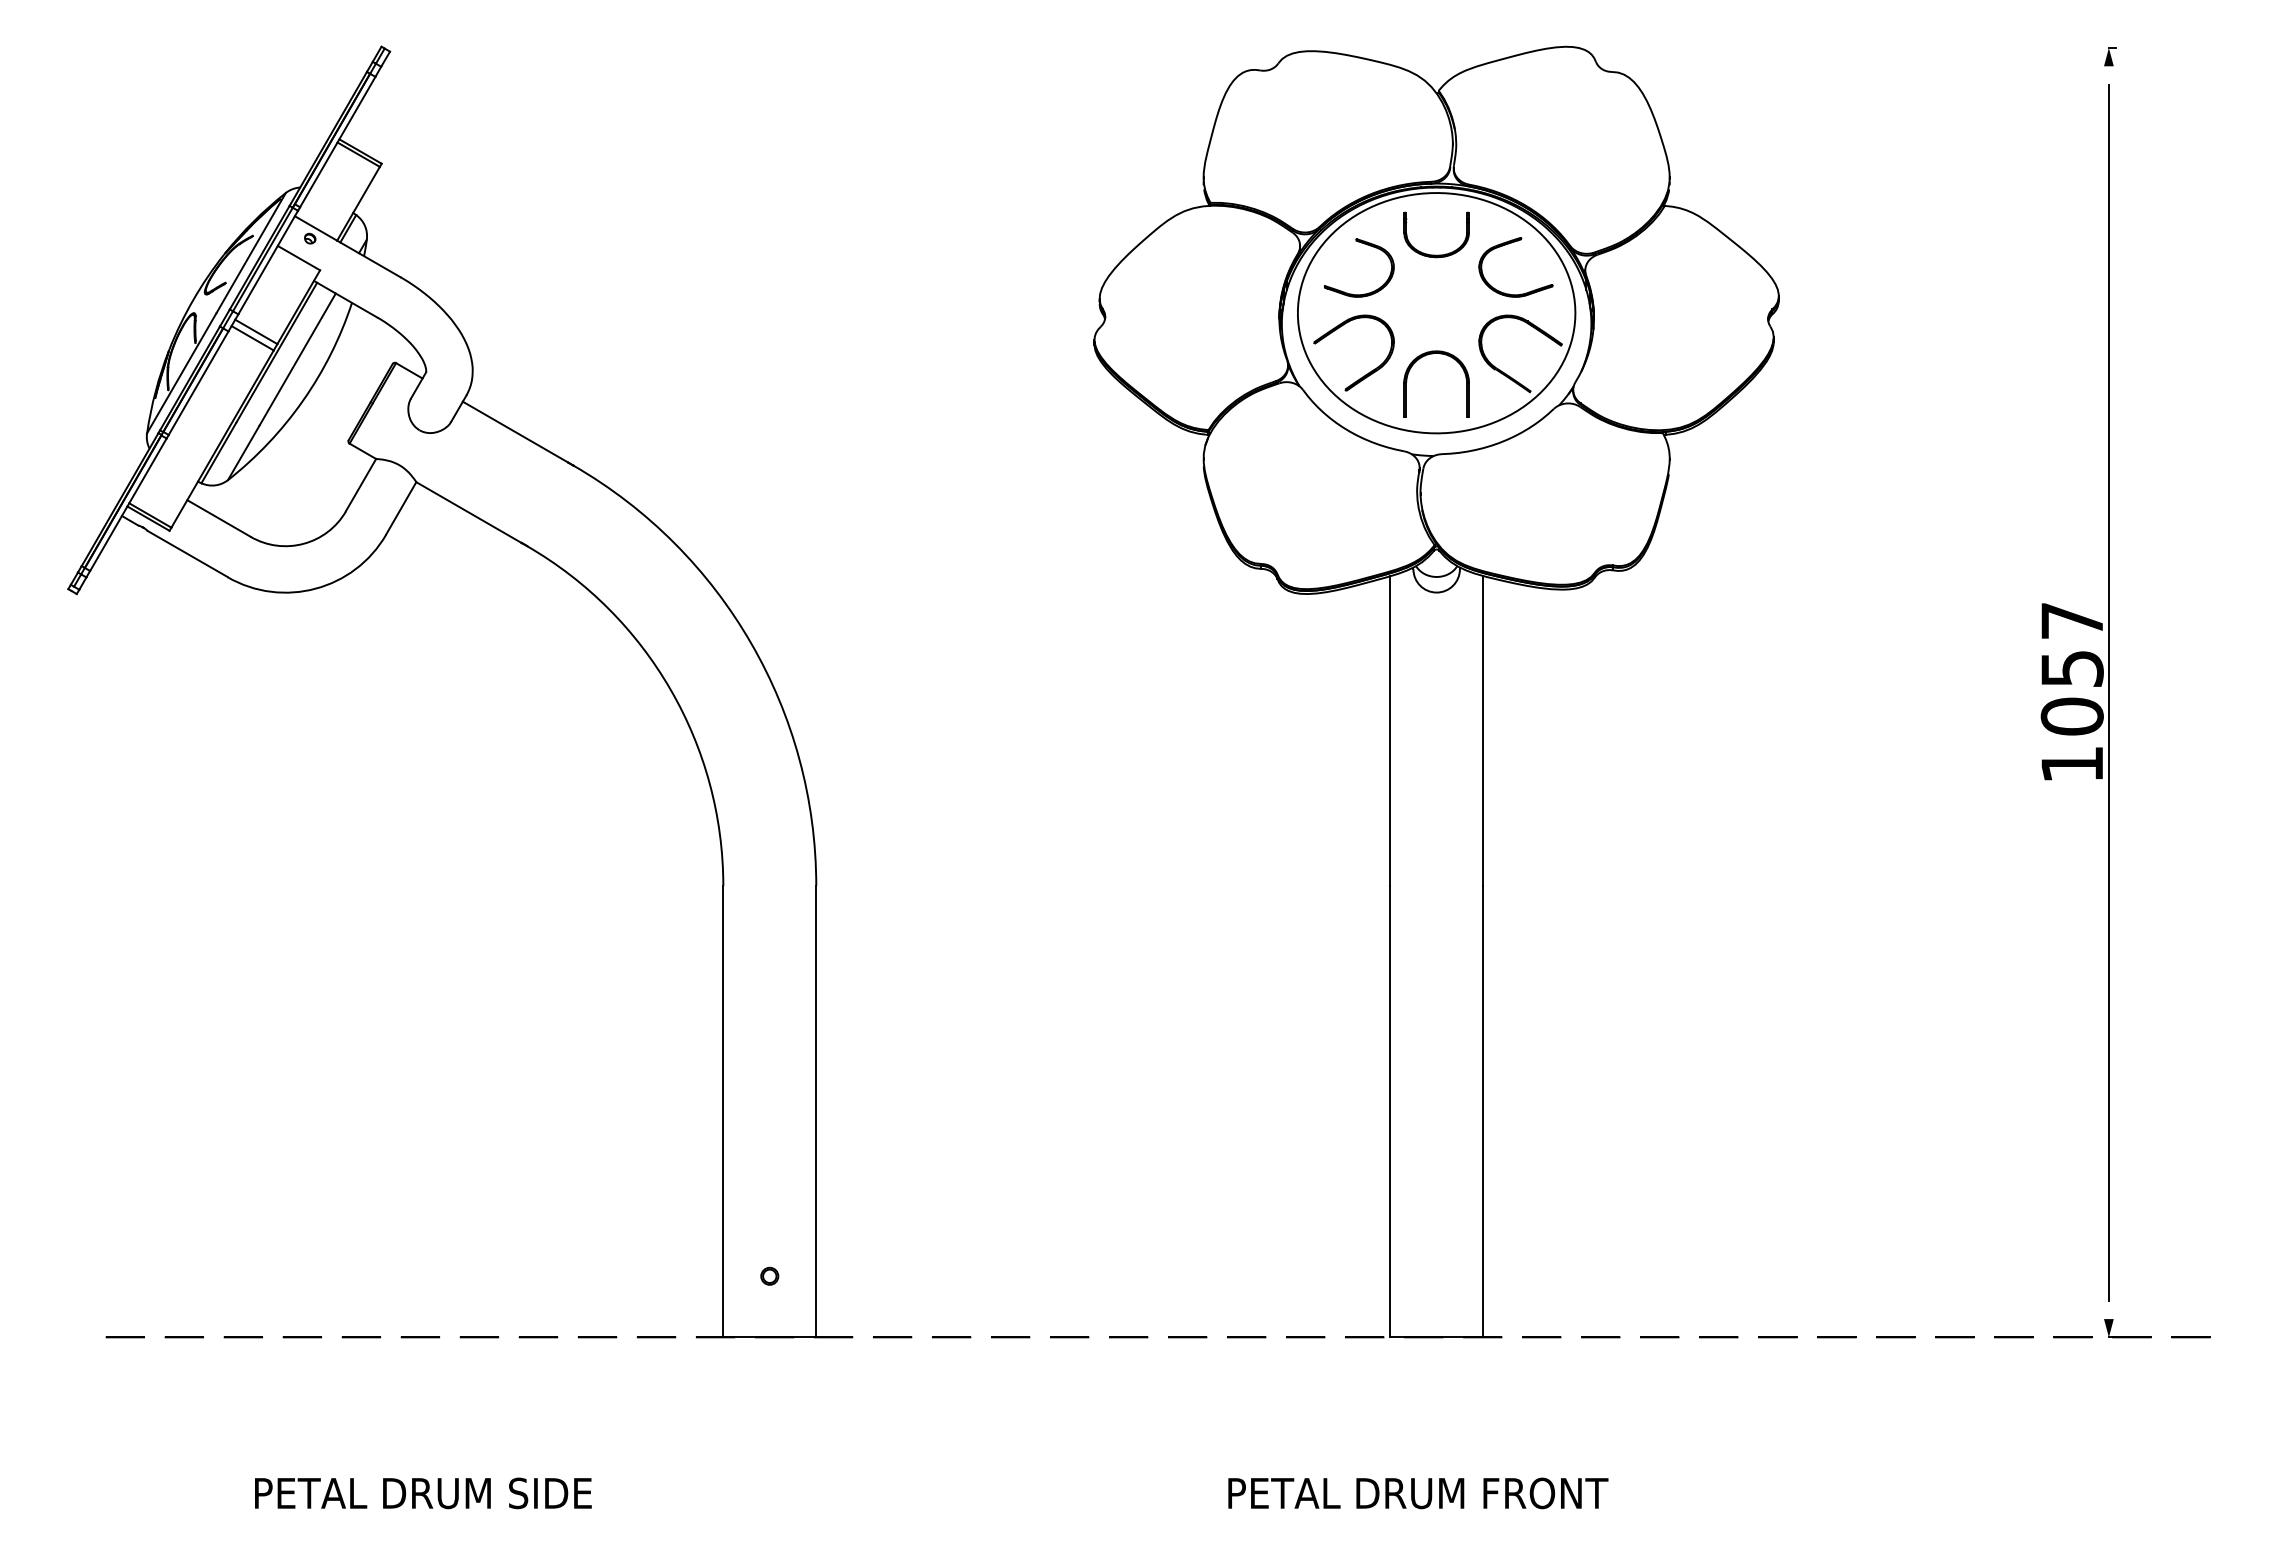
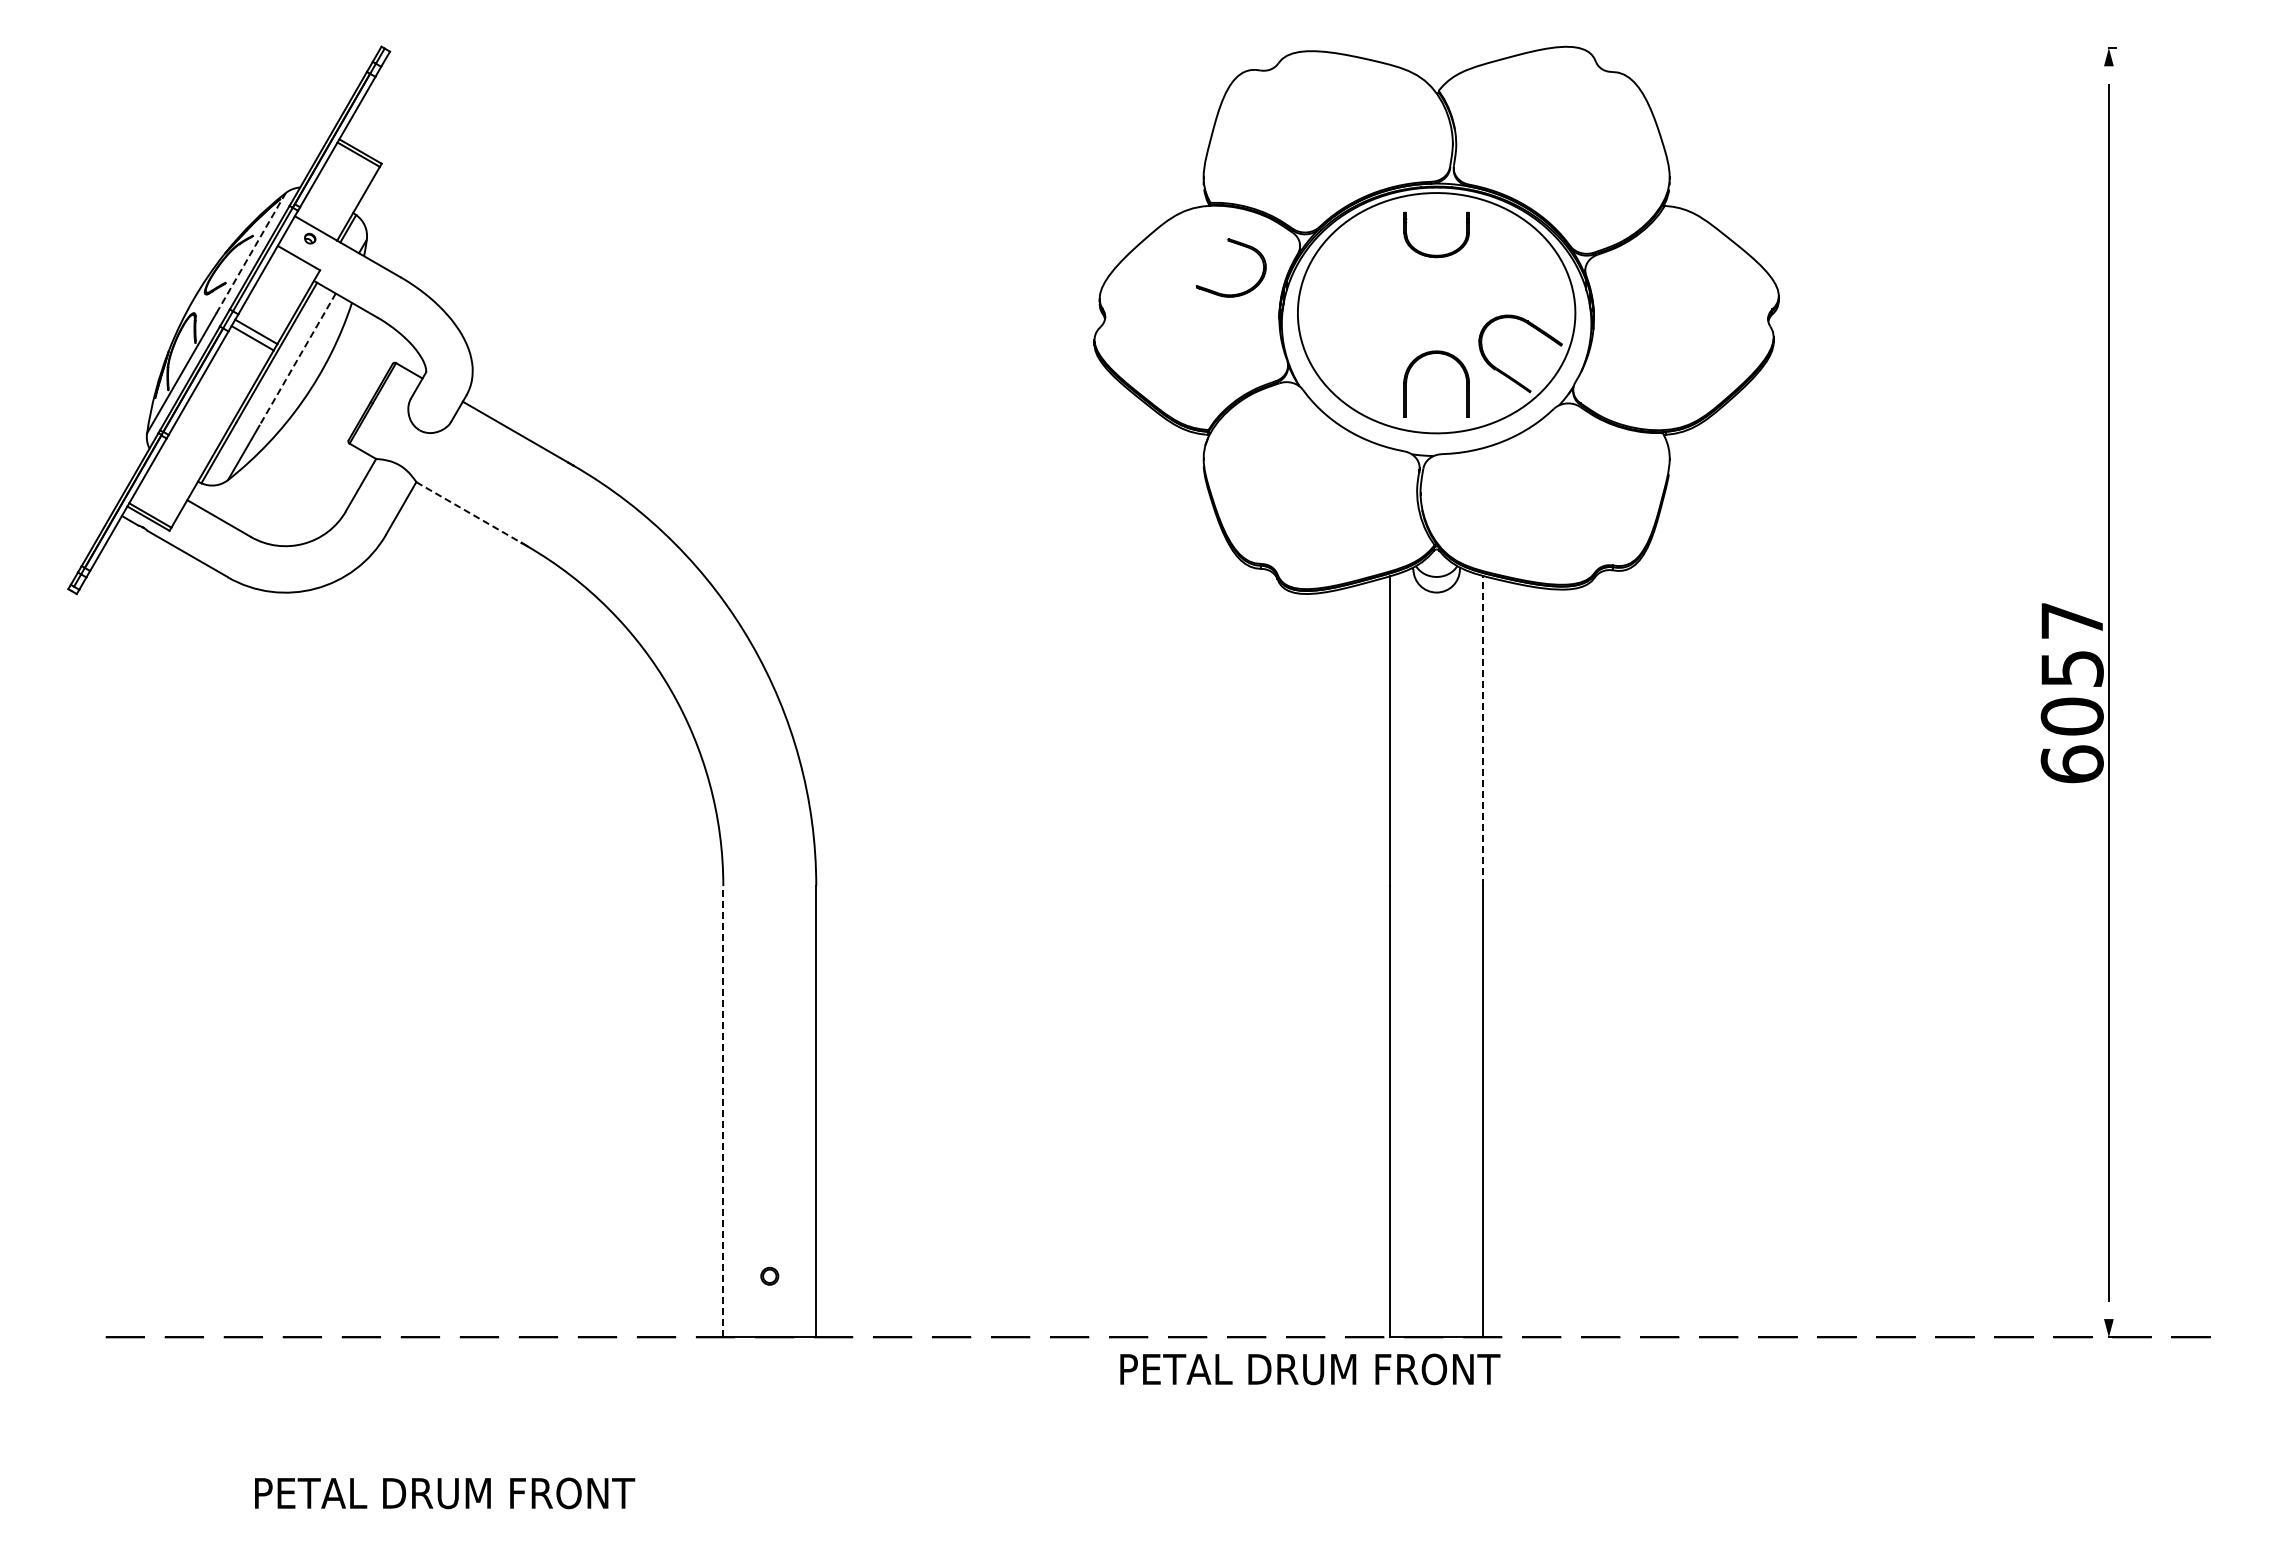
part at (1364, 244) position: (1364, 244) -> (1236, 244)
part at (1508, 244): present -> none
line at (251, 252): solid -> dashed
line at (297, 360): solid -> dashed
part at (1368, 372): present -> none
line at (469, 512): solid -> dashed
line at (1483, 730): solid -> dashed
text at (2071, 764): 1057 -> 6057
line at (723, 1111): solid -> dashed
text at (572, 1493): PETAL DRUM SIDE -> PETAL DRUM FRONT
text at (1418, 1493) position: (1418, 1493) -> (1310, 1369)
